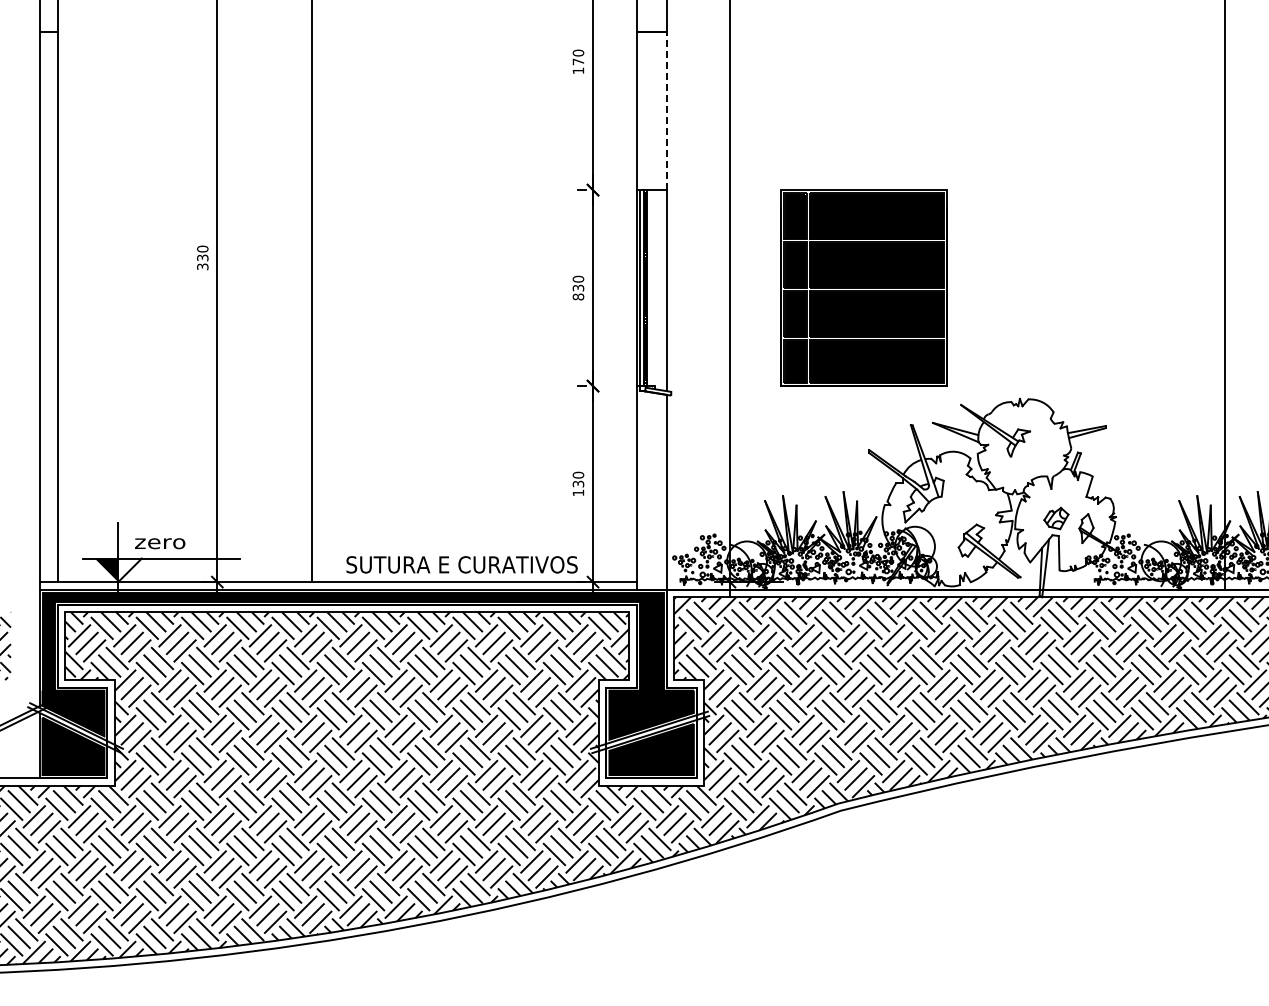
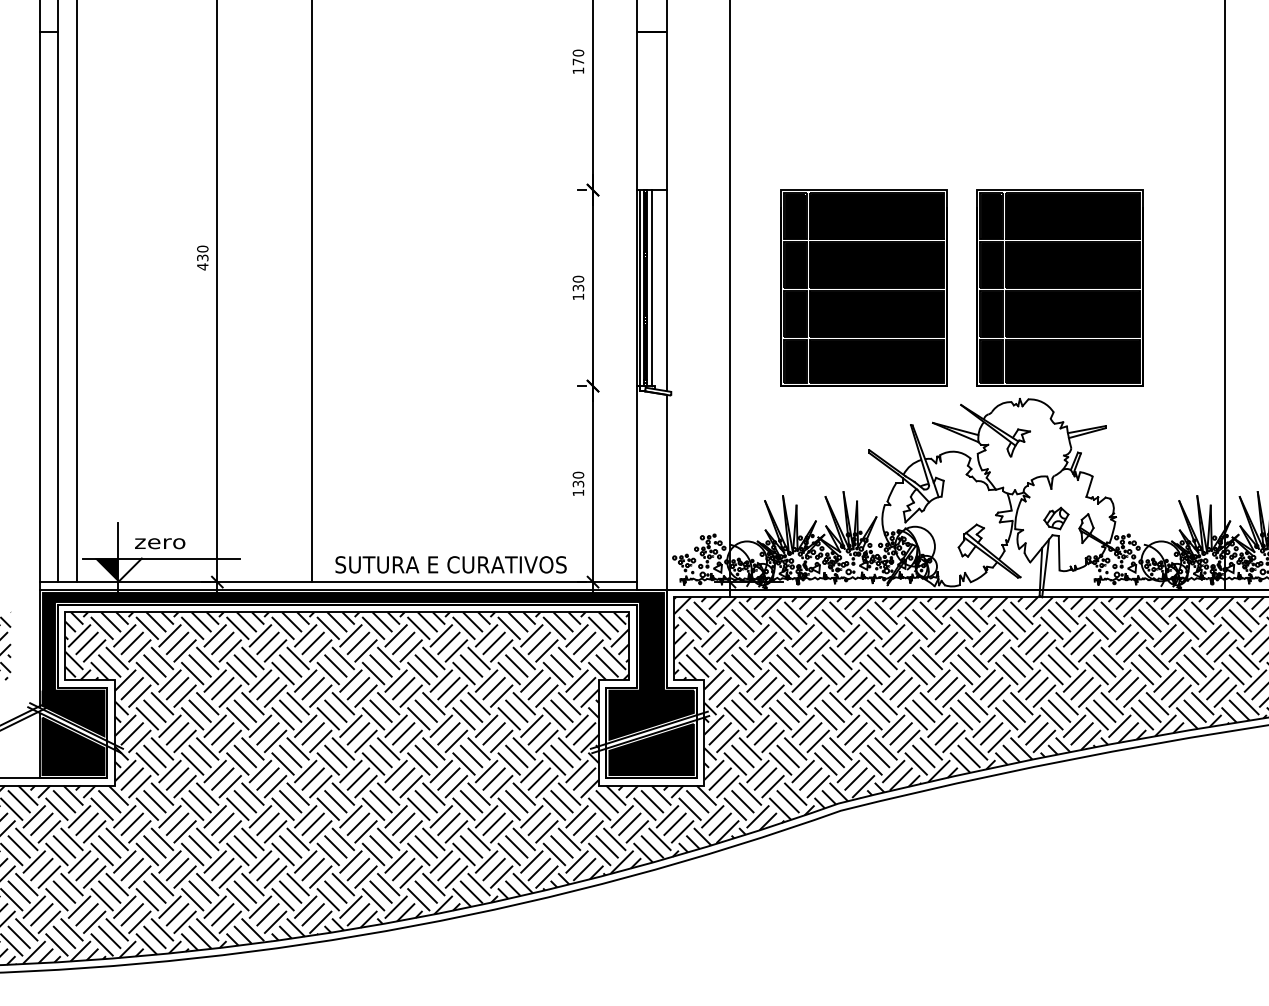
line at (666, 110): dashed -> solid
text at (202, 266): 330 -> 430
part at (1059, 287): none -> present
line at (651, 288): none -> present
line at (77, 292): none -> present
text at (578, 296): 830 -> 130
text at (461, 564) position: (461, 564) -> (450, 564)
